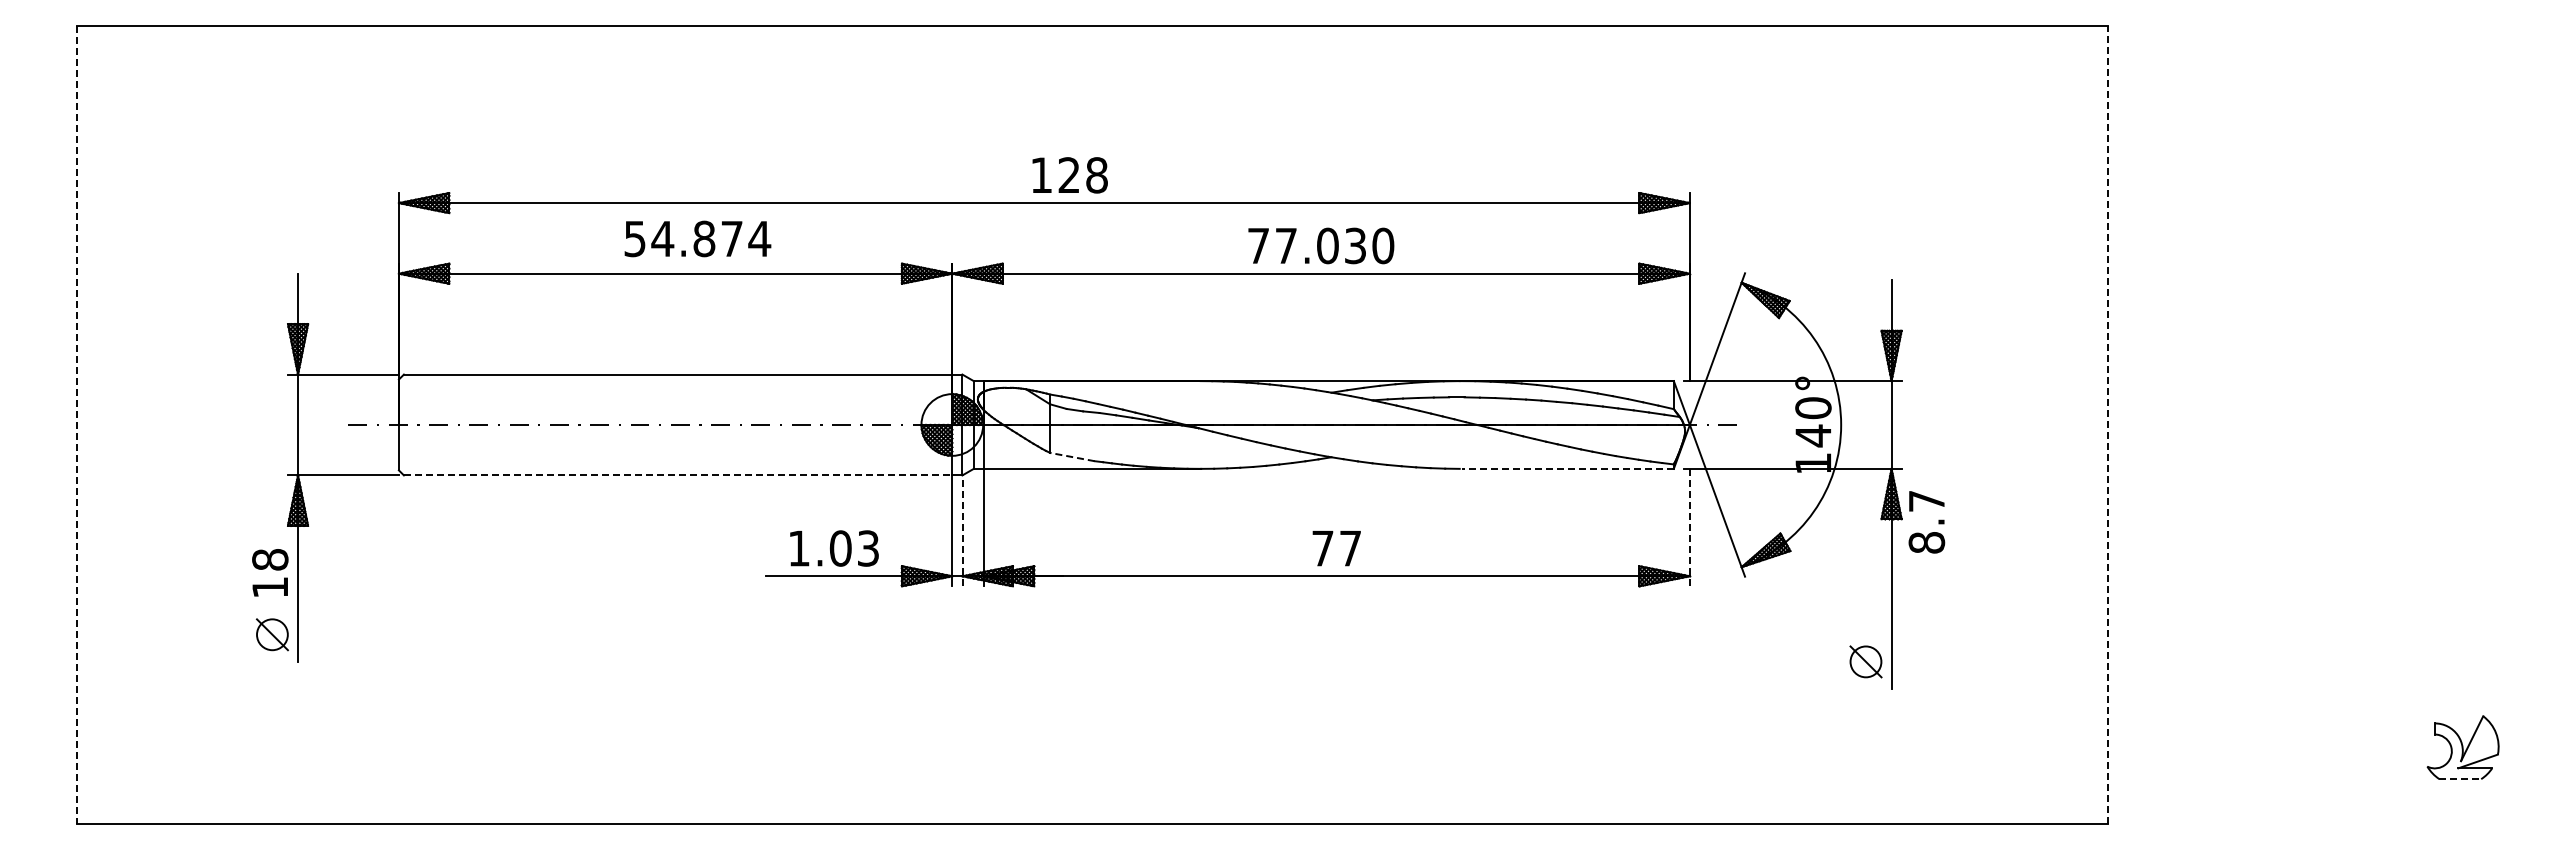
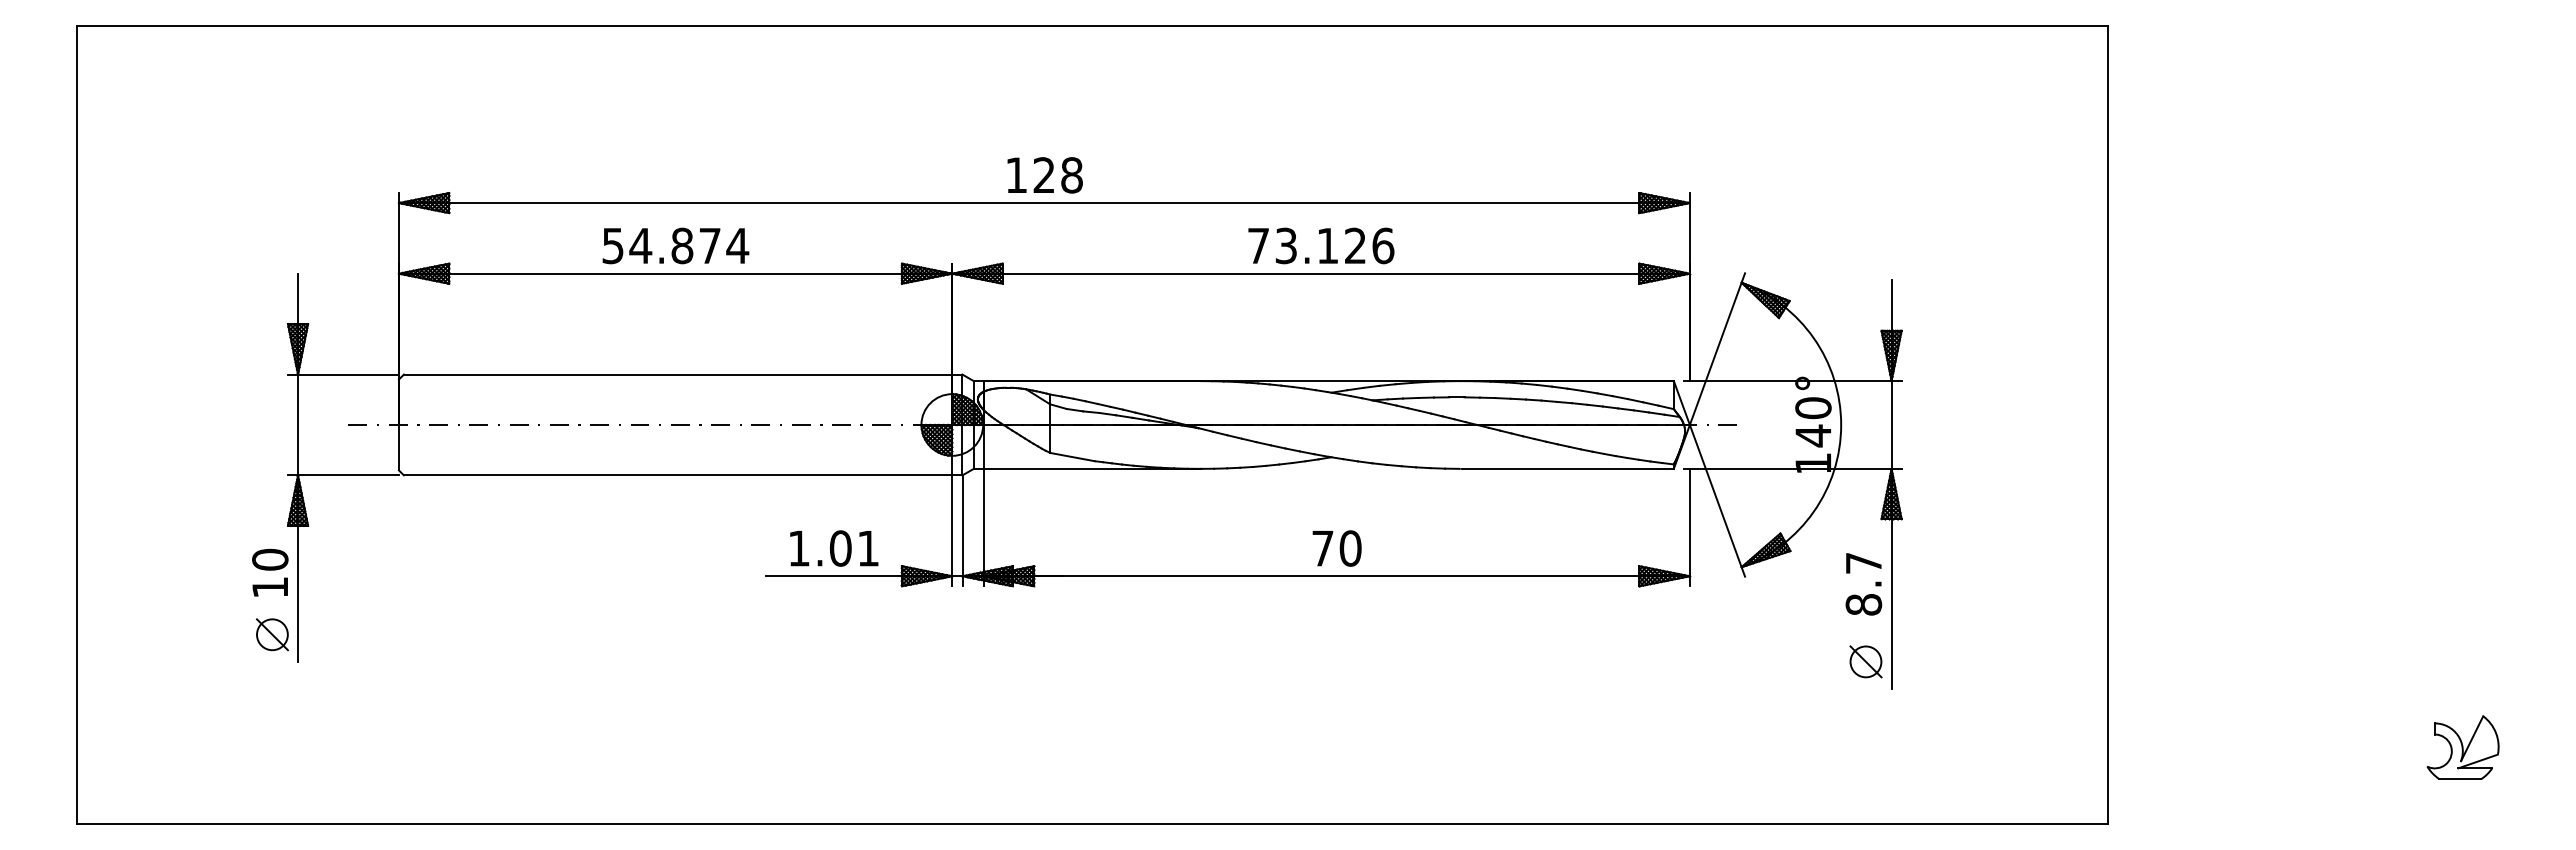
text at (1069, 175) position: (1069, 175) -> (1044, 175)
text at (697, 238) position: (697, 238) -> (675, 245)
text at (1334, 245): 77.030 -> 73.126
line at (2107, 424): dashed -> solid
line at (77, 425): dashed -> solid
line at (1072, 457): dashed -> solid
line at (1568, 468): dashed -> solid
line at (678, 475): dashed -> solid
text at (1926, 522) position: (1926, 522) -> (1863, 584)
line at (1689, 527): dashed -> solid
line at (962, 530): dashed -> solid
text at (868, 548): 1.03 -> 1.01
text at (1350, 548): 77 -> 70
text at (270, 559): 18 -> 10
line at (2460, 779): dashed -> solid
